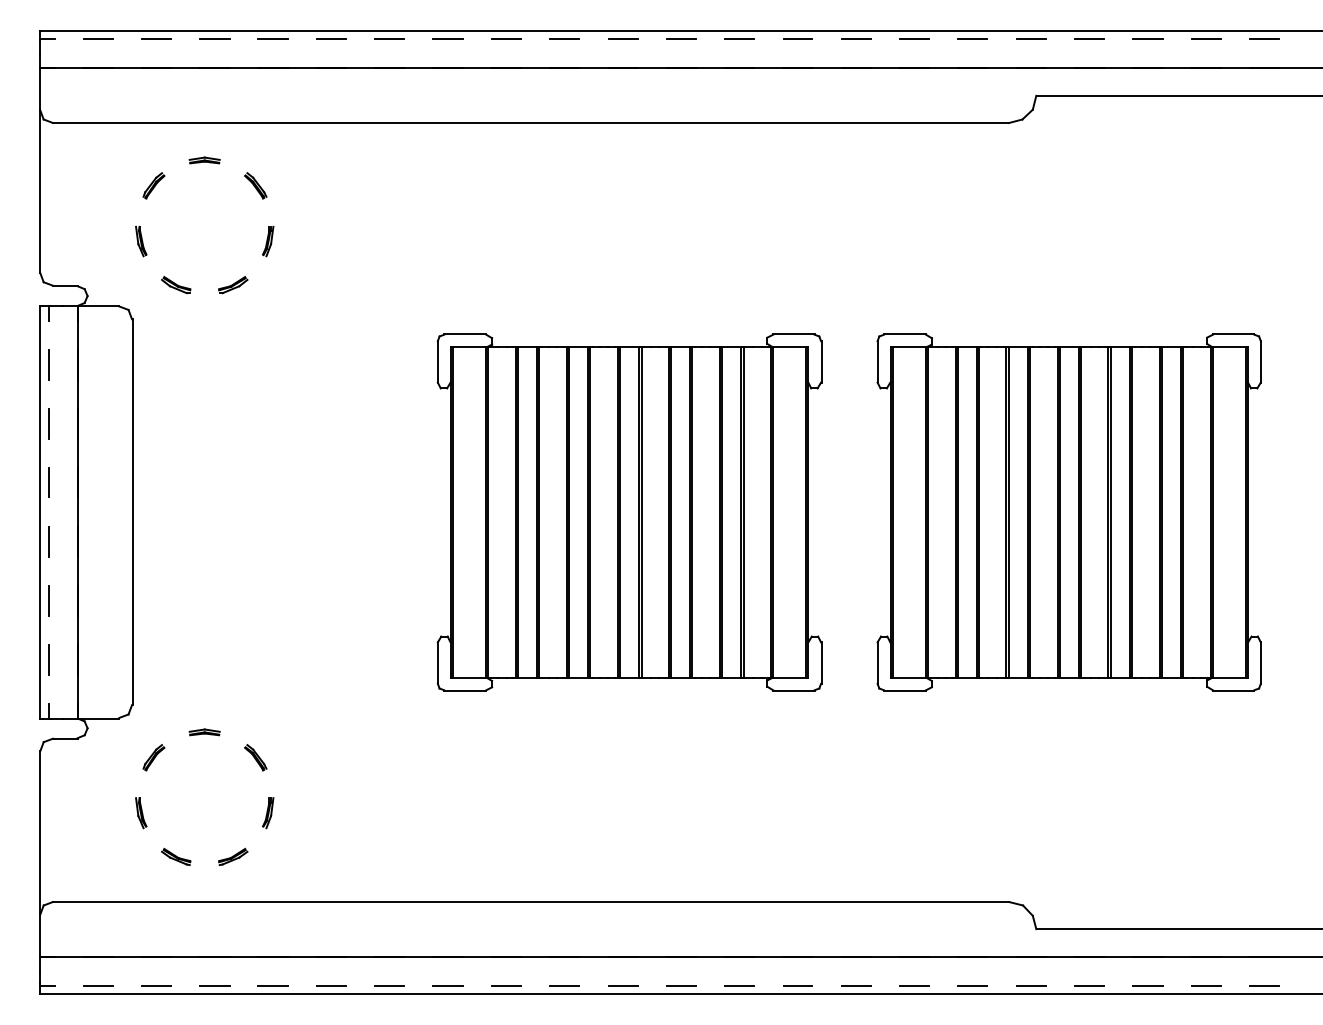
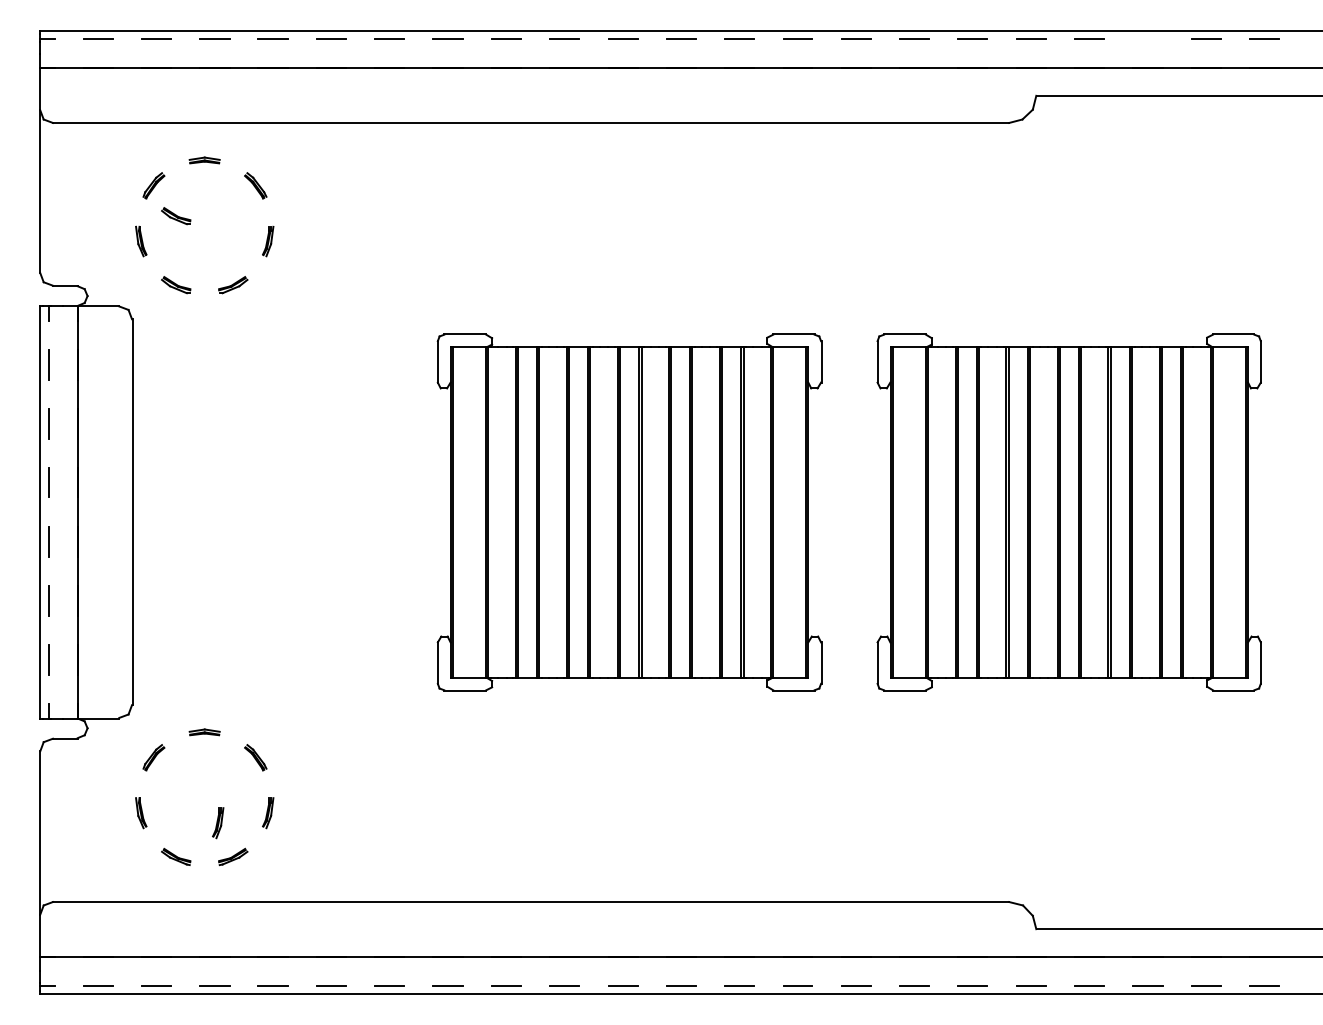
line at (1147, 39): present -> none
part at (176, 216): none -> present
part at (218, 823): none -> present
